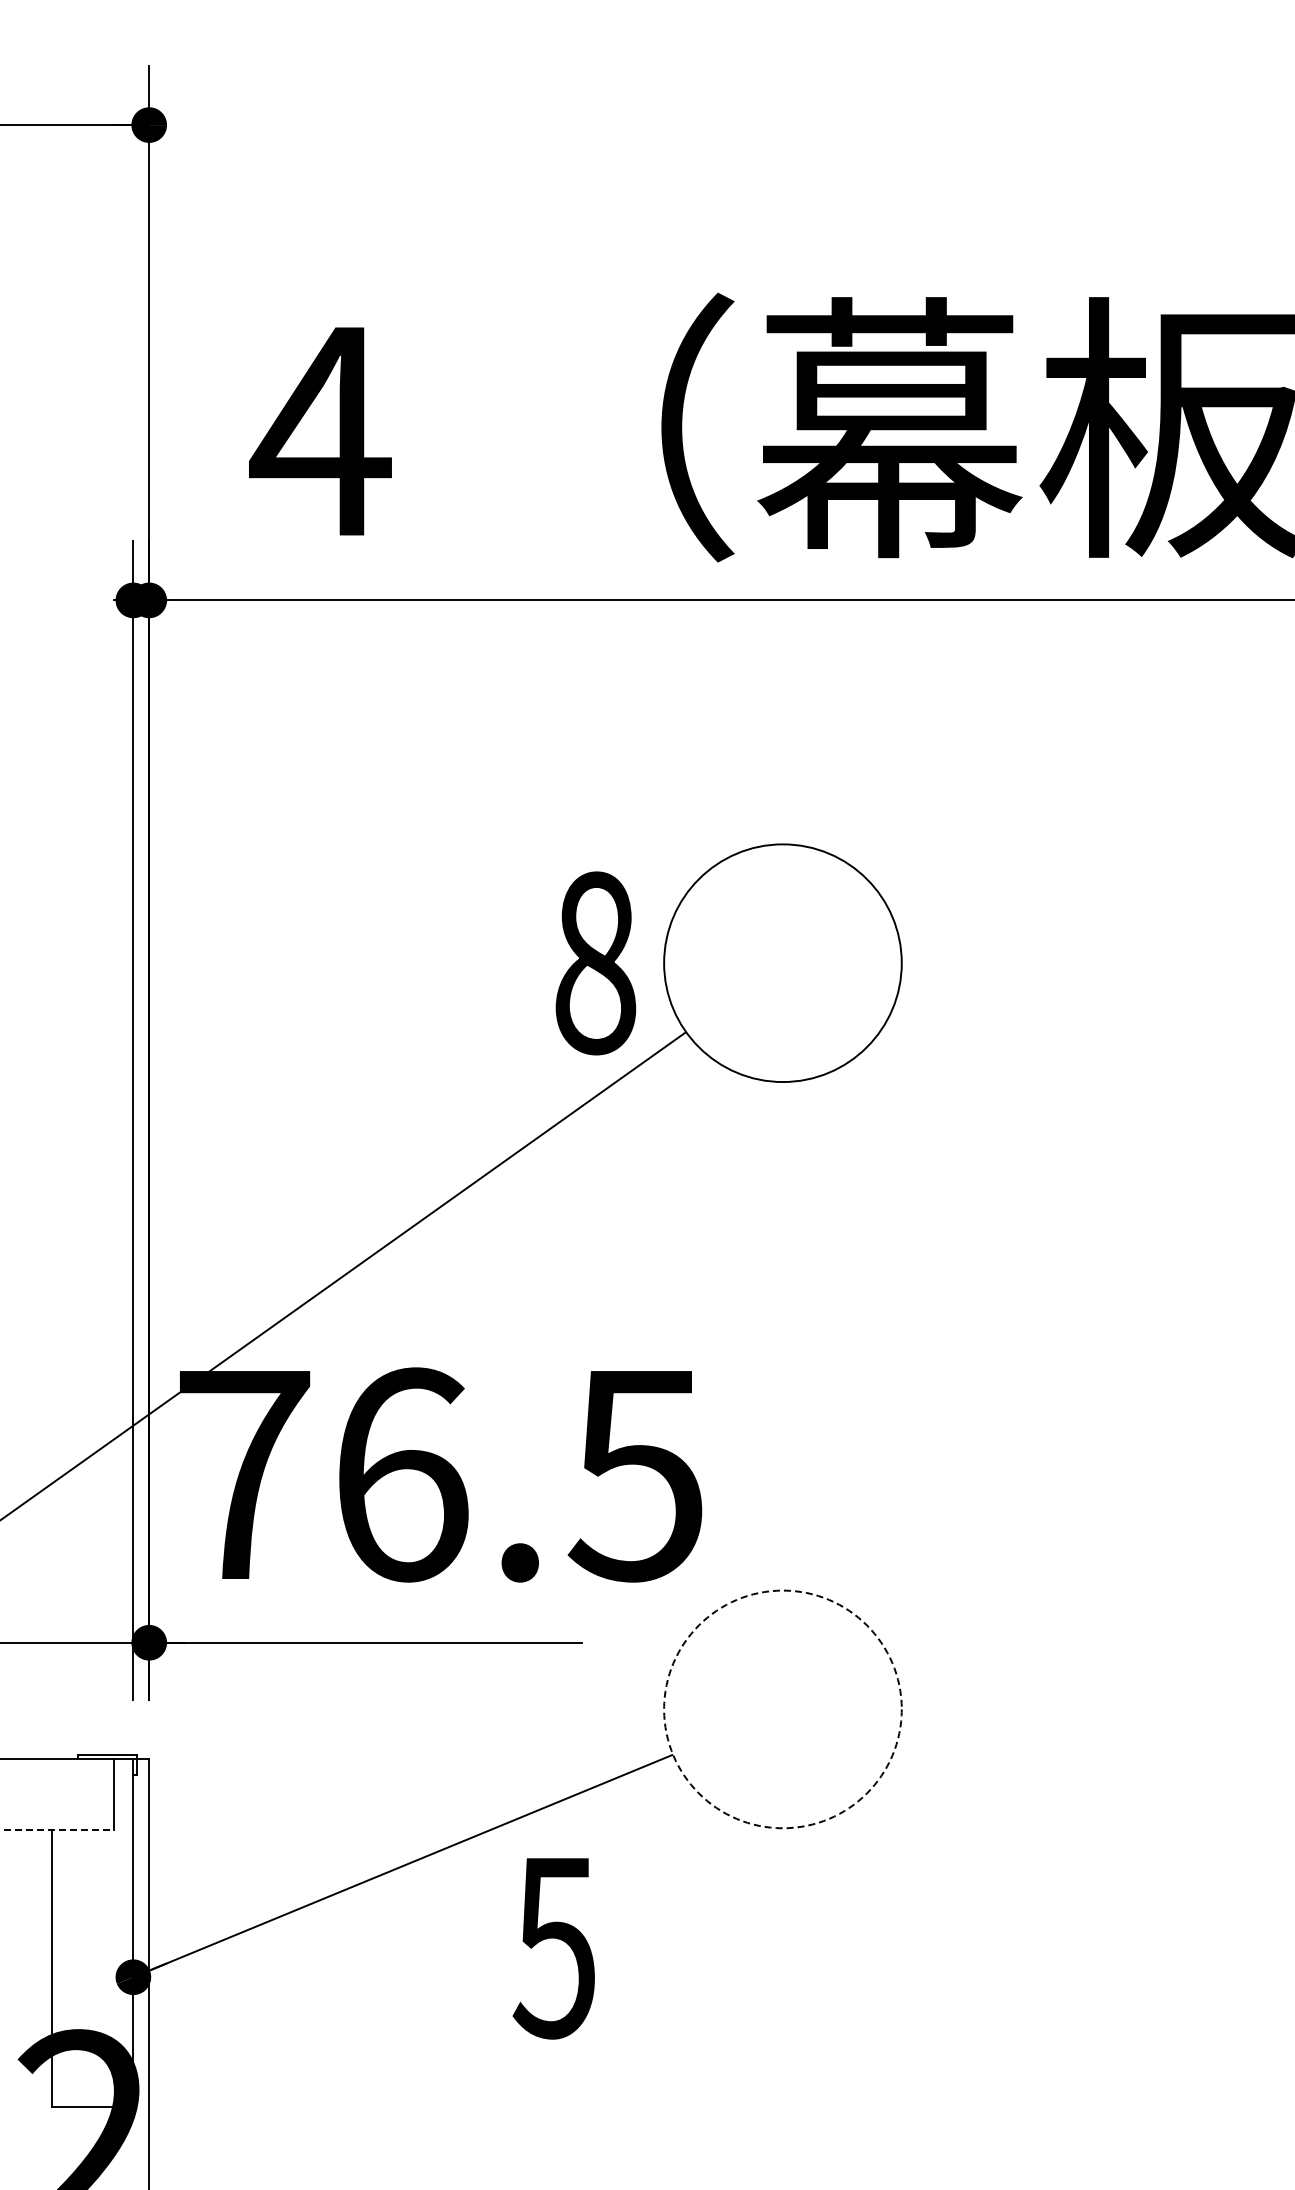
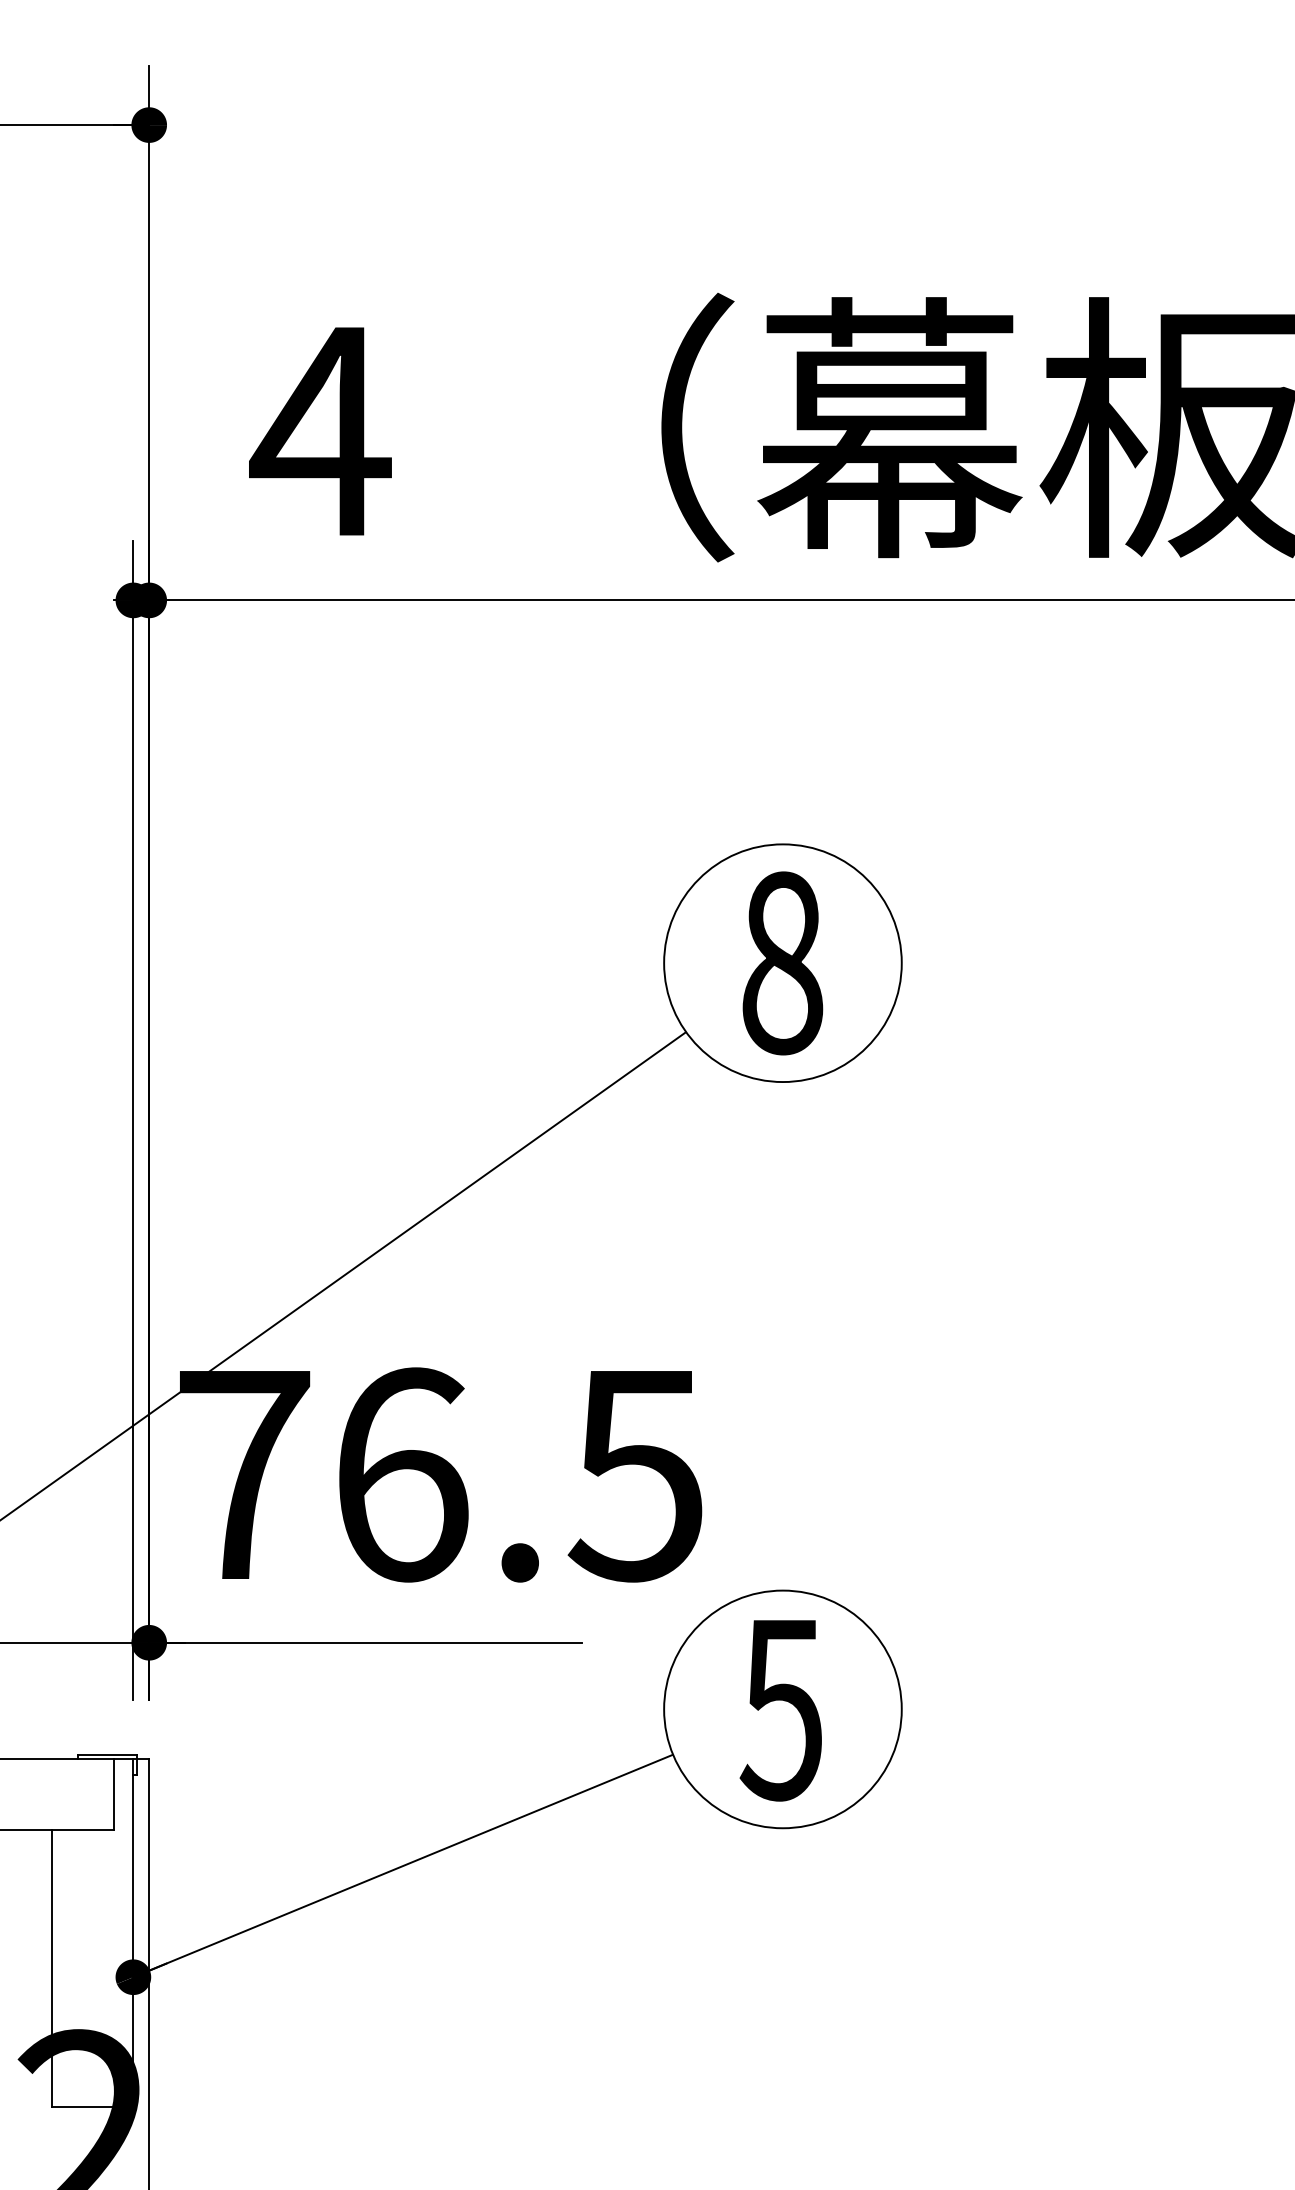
text at (595, 963) position: (595, 963) -> (782, 963)
circle at (782, 1709): dashed -> solid
line at (57, 1830): dashed -> solid
text at (553, 1948) position: (553, 1948) -> (780, 1710)
